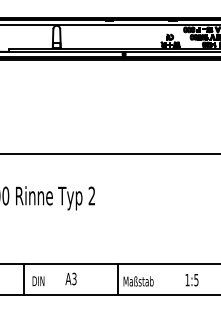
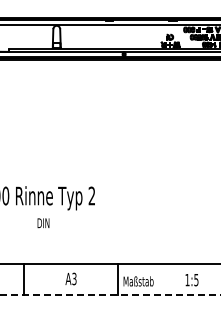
line at (109, 154): present -> none
text at (38, 281) position: (38, 281) -> (43, 223)
line at (110, 294): solid -> dashed
